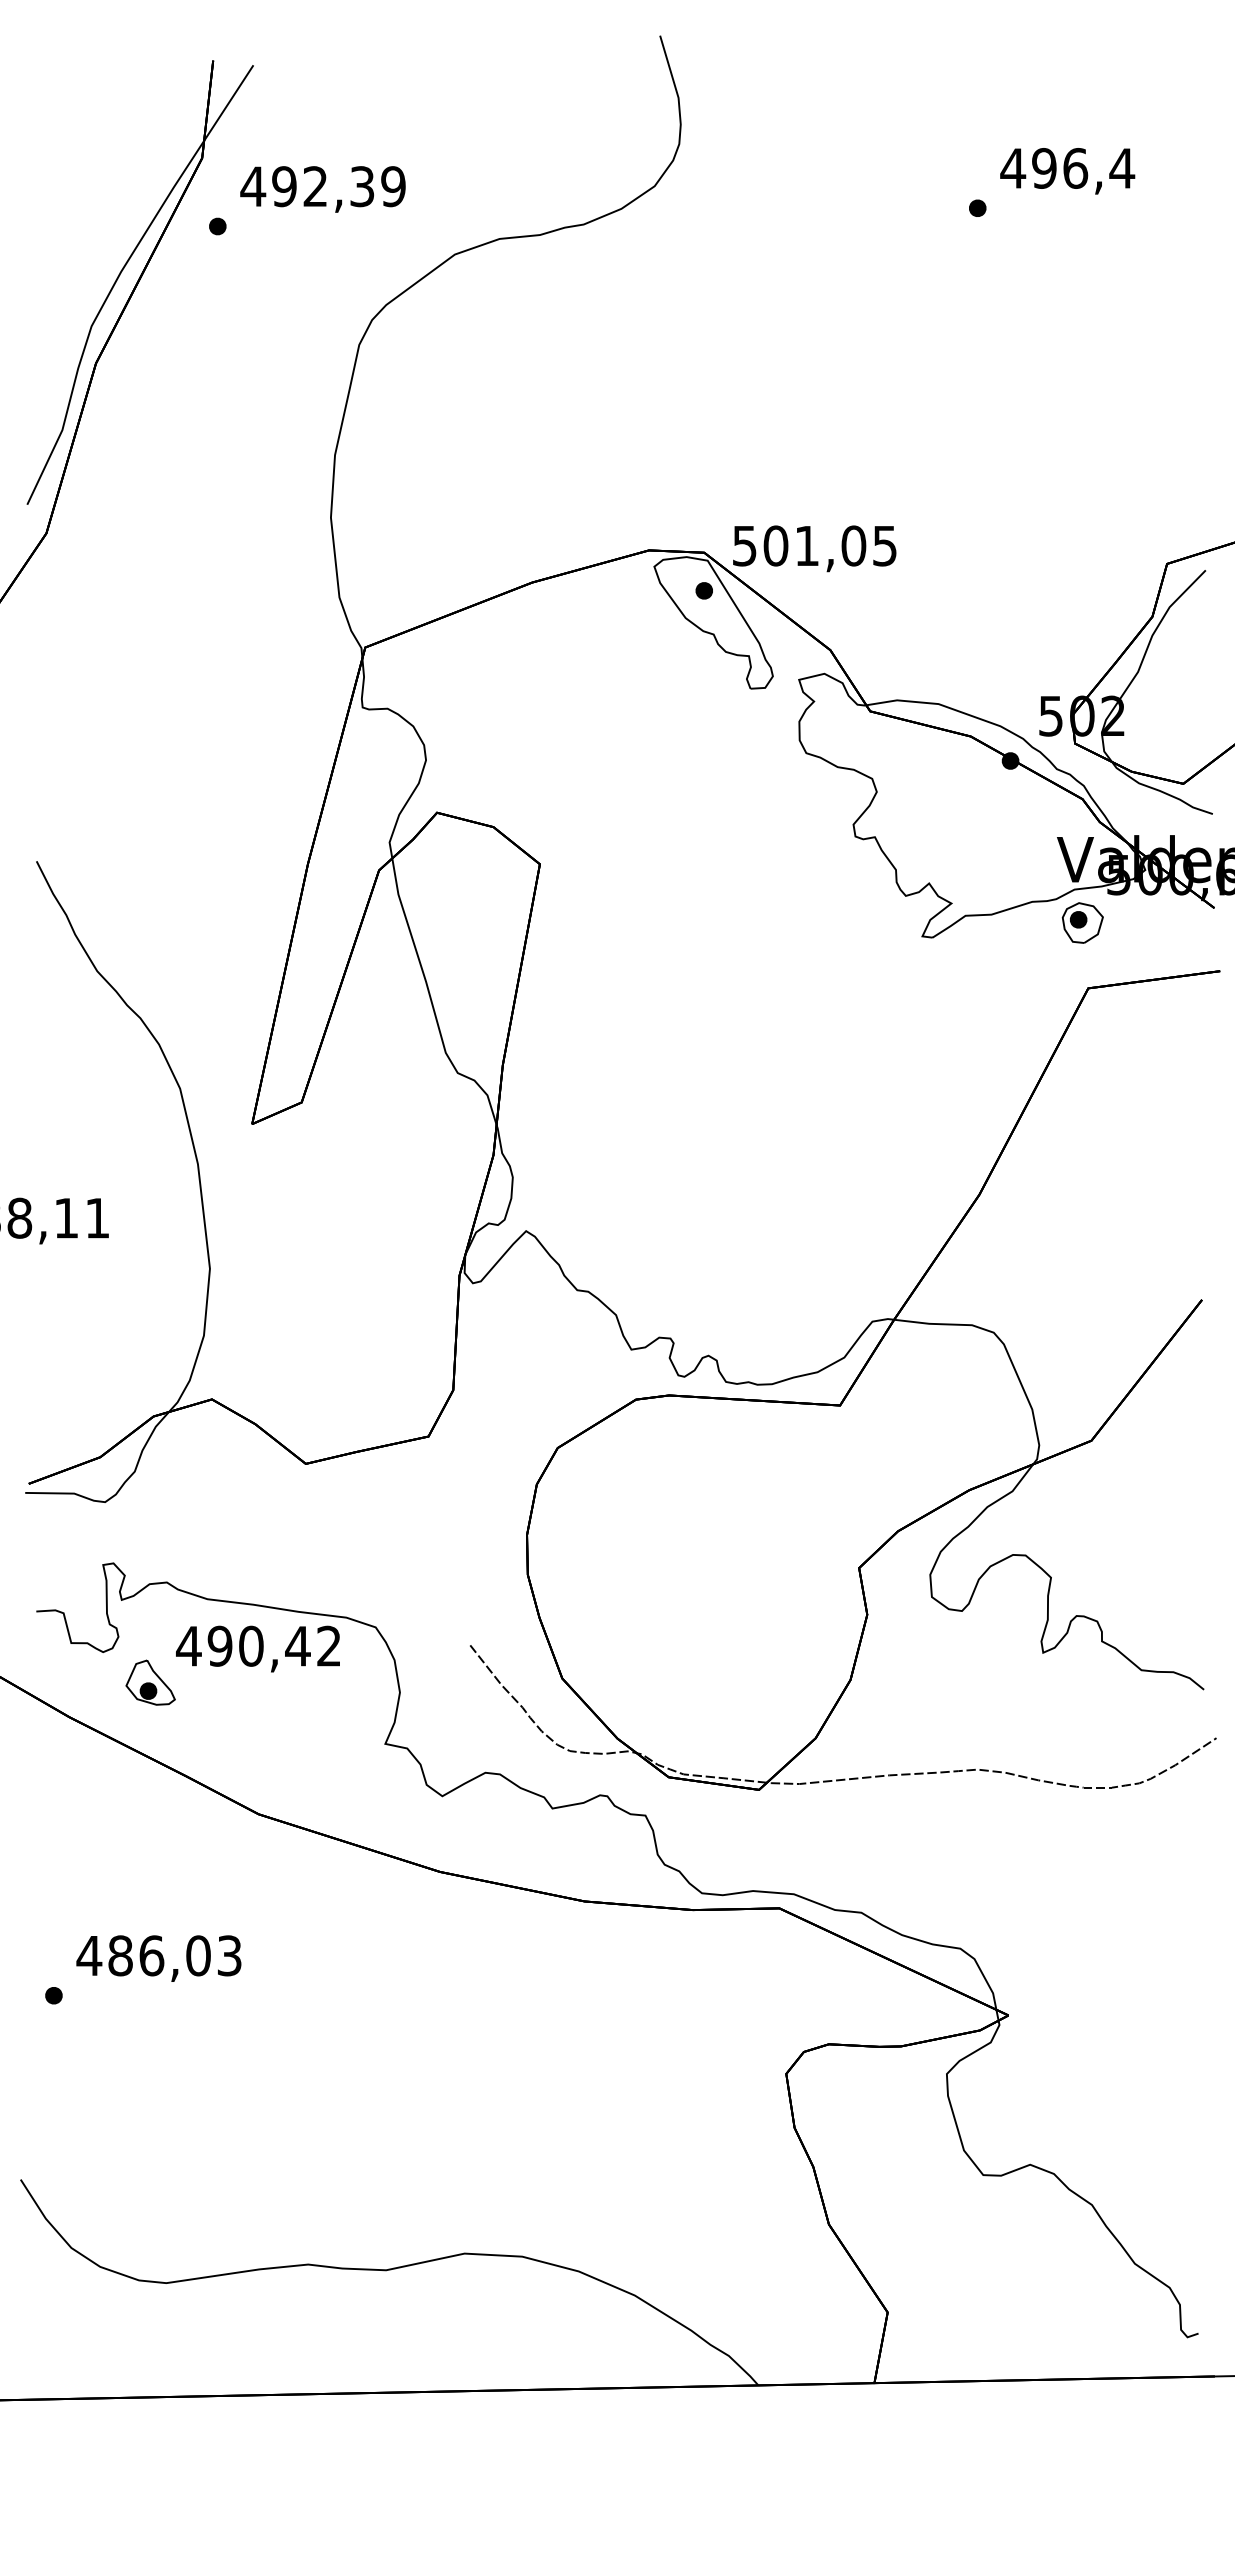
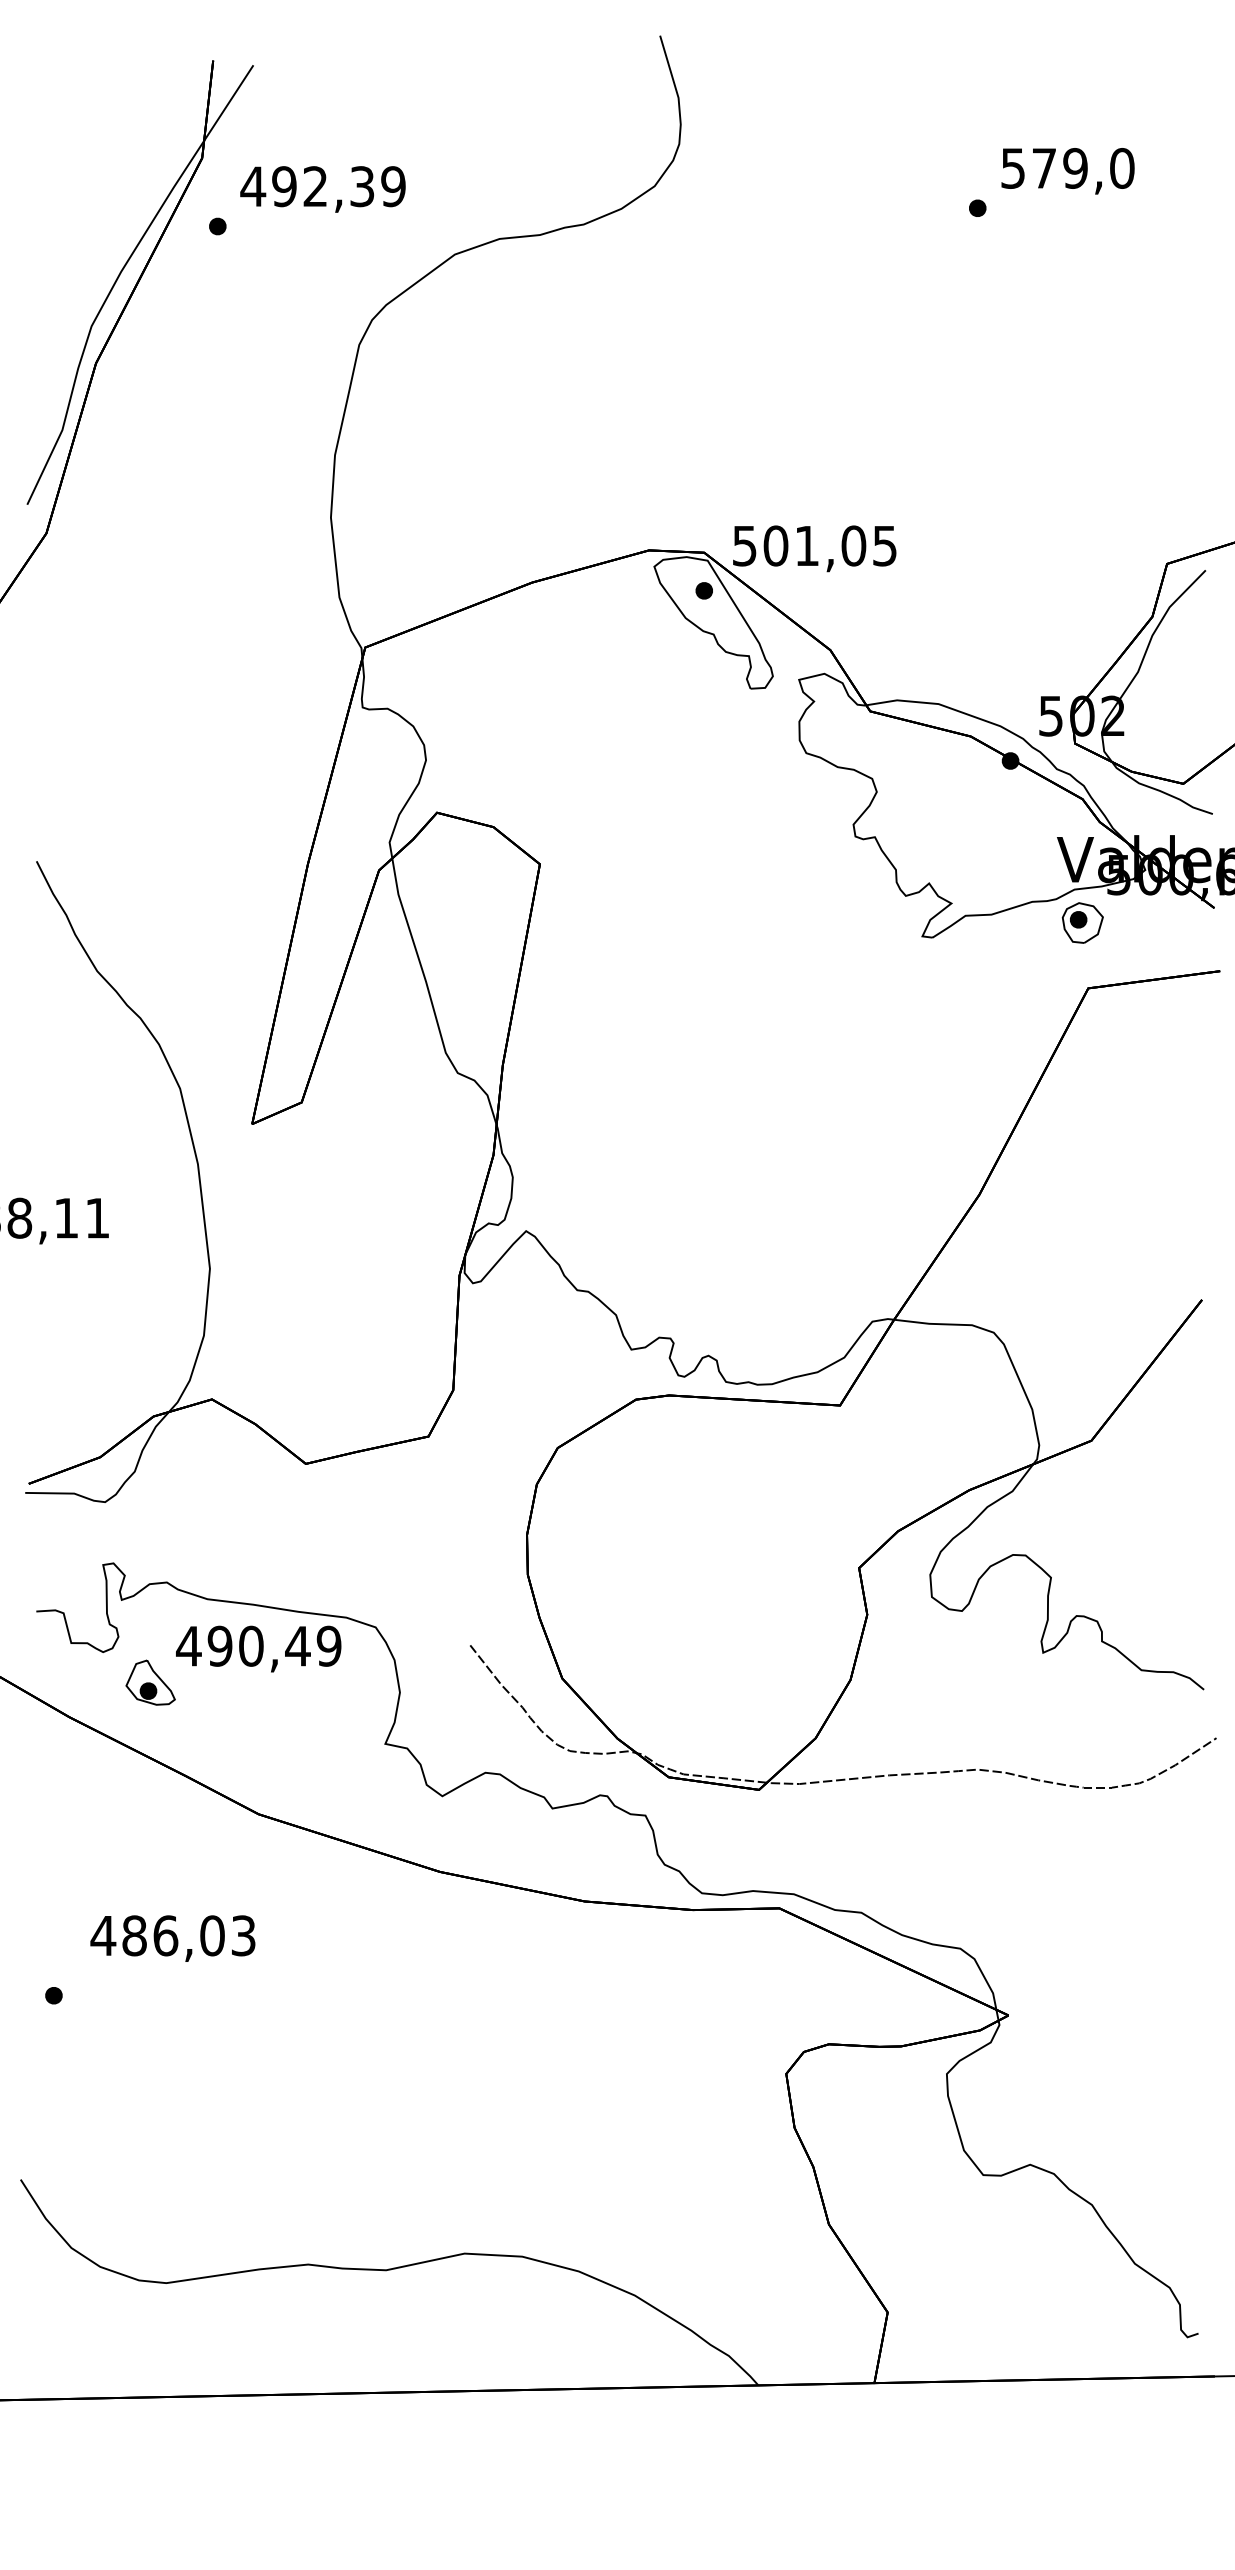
text at (1067, 168): 496,4 -> 579,0
text at (328, 1645): 490,42 -> 490,49
text at (158, 1958) position: (158, 1958) -> (172, 1938)
